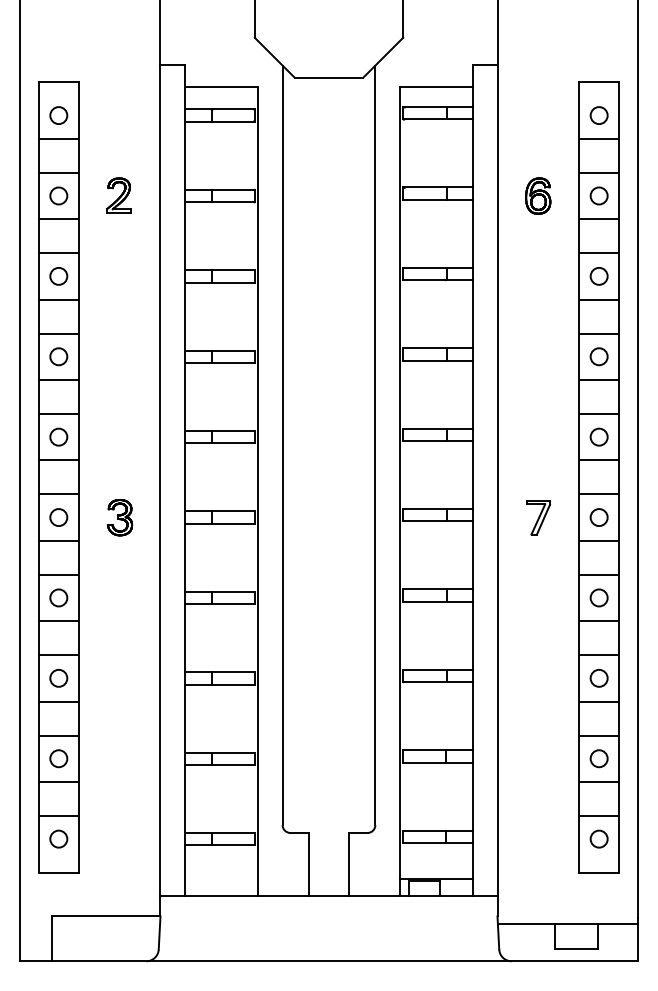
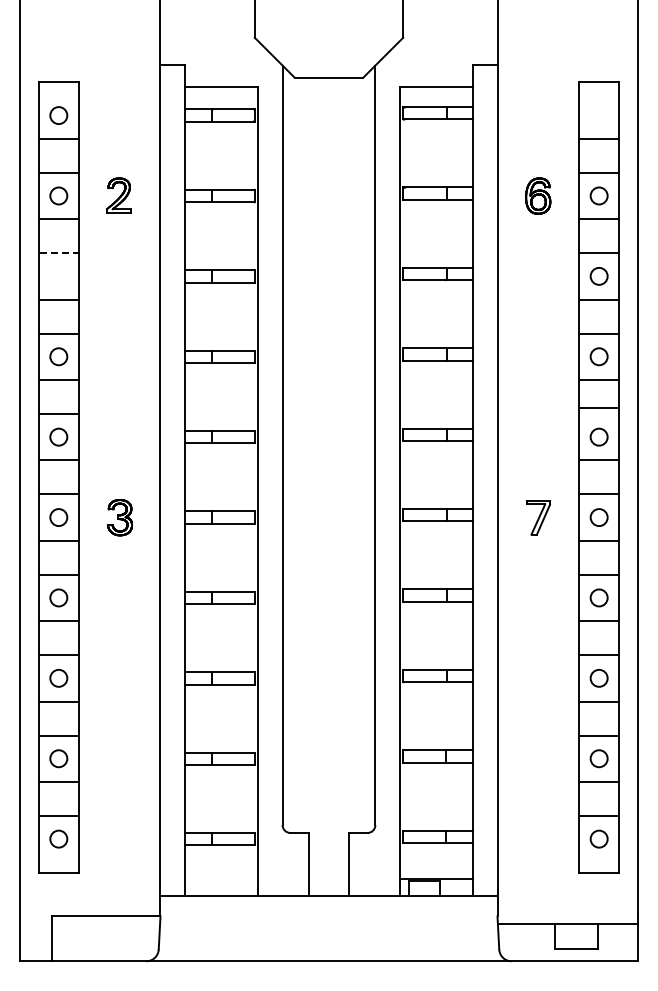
circle at (598, 115): present -> none
line at (59, 253): solid -> dashed
circle at (58, 276): present -> none
line at (598, 413) position: (598, 413) -> (598, 407)
